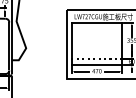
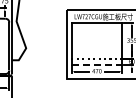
line at (97, 65): solid -> dashed
